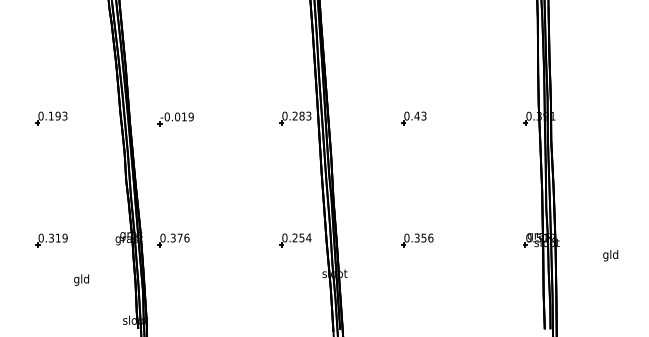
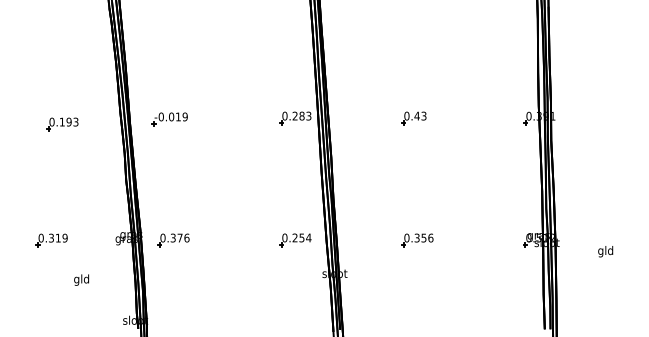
part at (51, 118) position: (51, 118) -> (62, 124)
part at (175, 119) position: (175, 119) -> (169, 119)
text at (610, 255) position: (610, 255) -> (605, 251)
